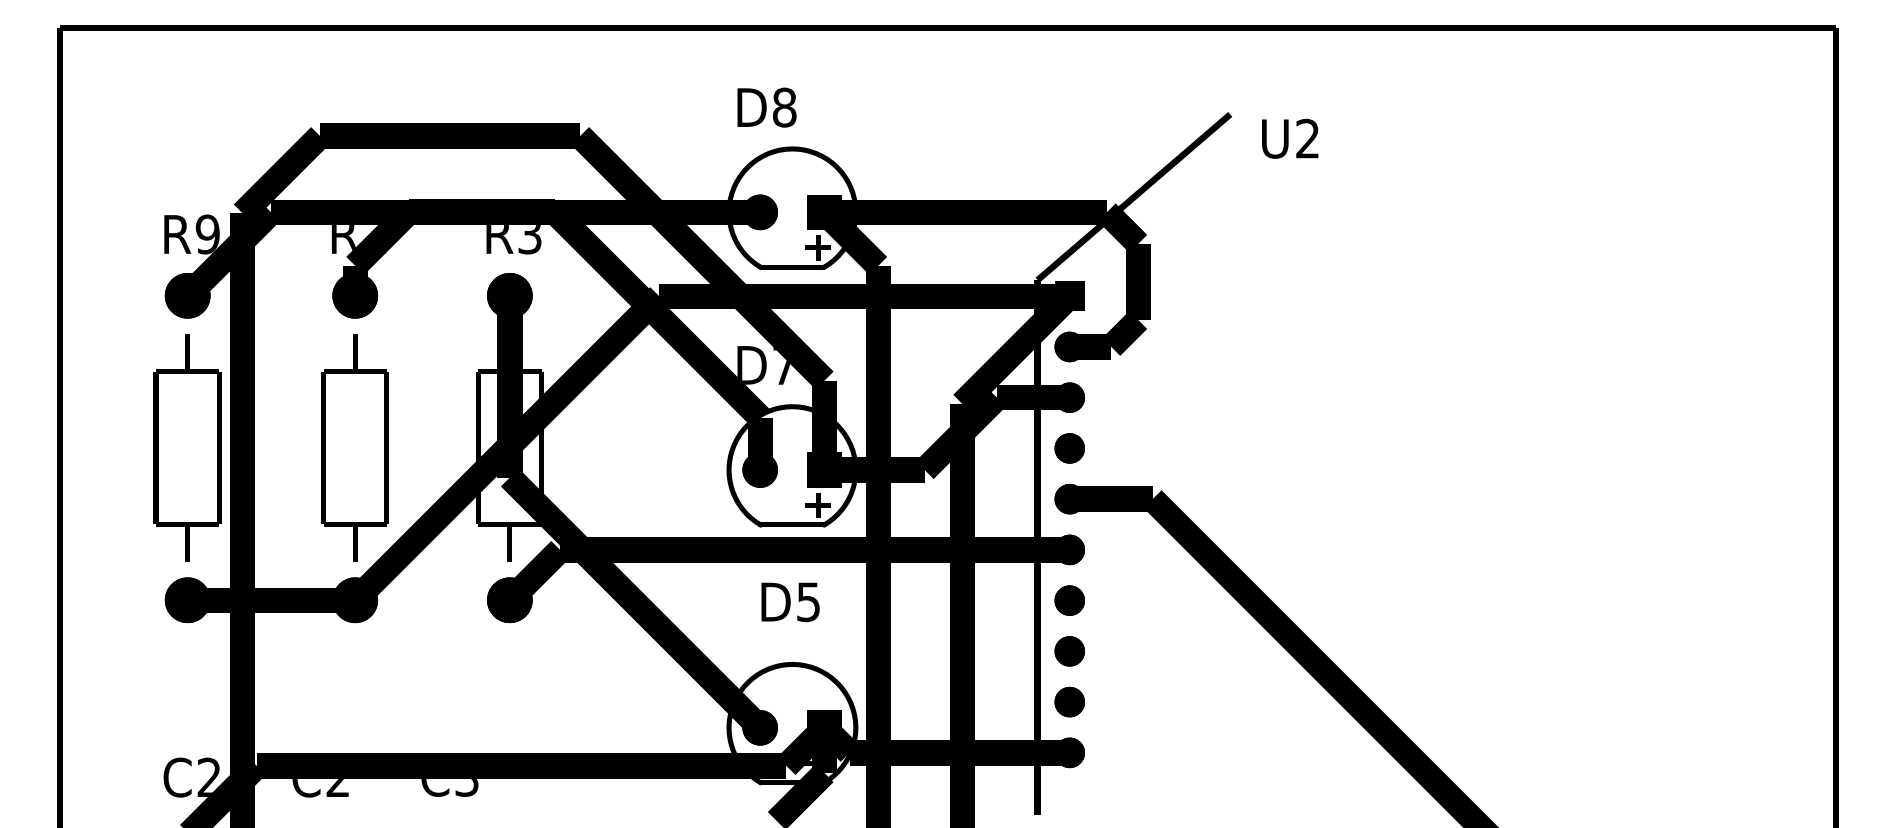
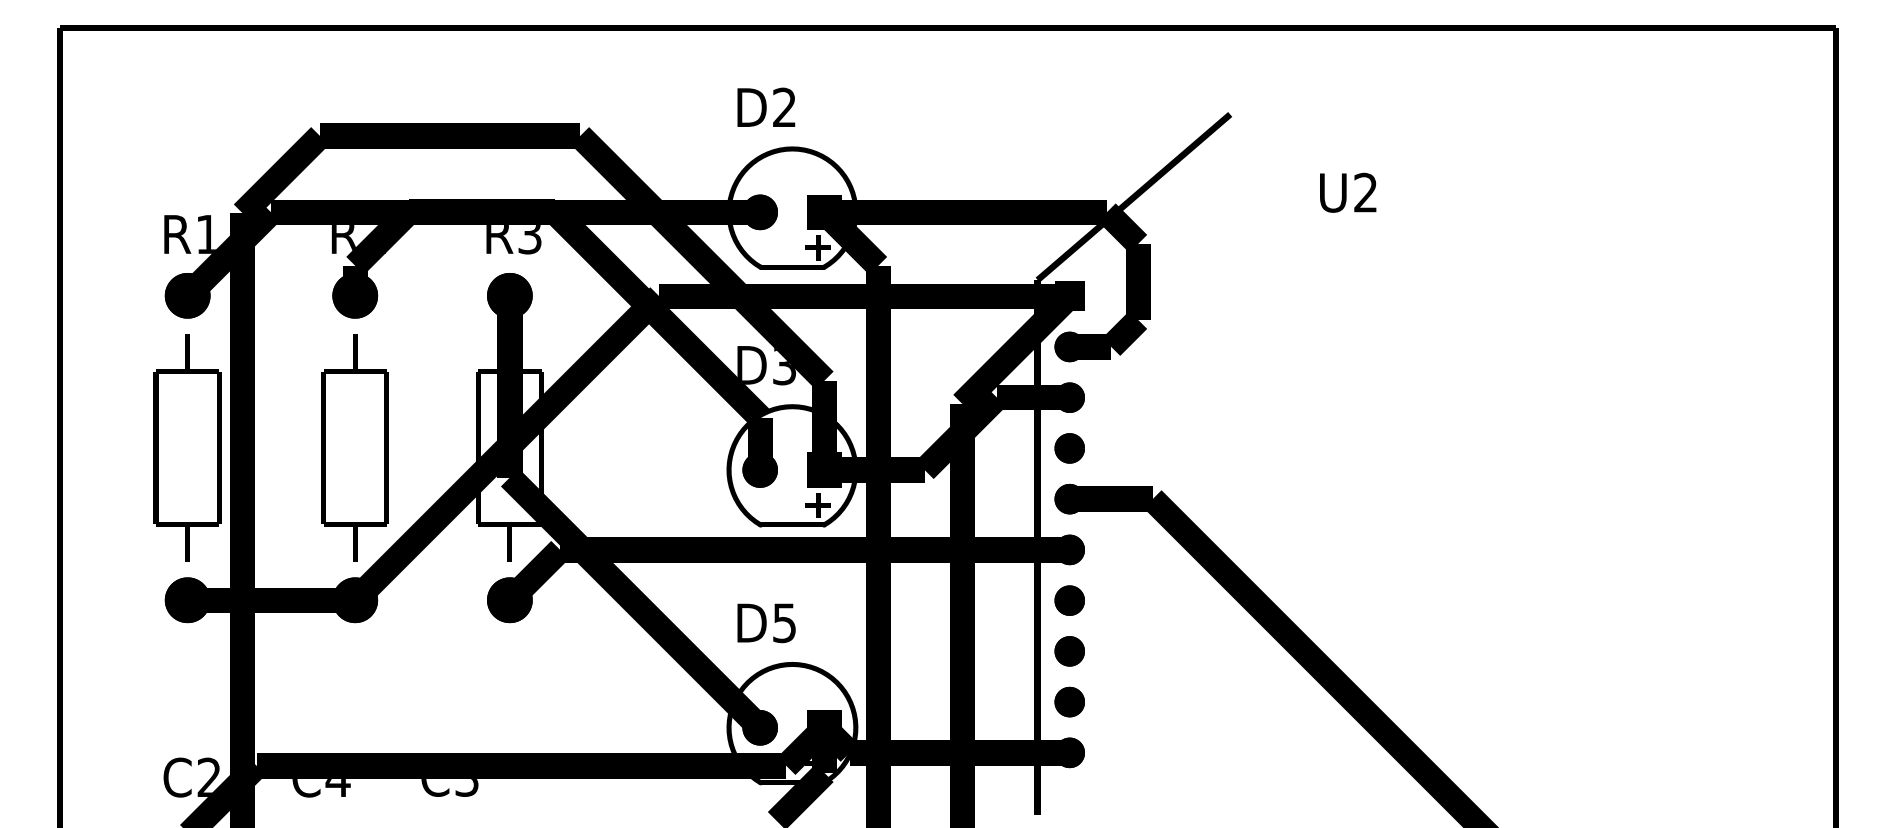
text at (784, 107): D8 -> D2
text at (1290, 138) position: (1290, 138) -> (1348, 192)
text at (207, 234): R9 -> R1
text at (784, 366): D7 -> D3
text at (790, 602) position: (790, 602) -> (766, 623)
text at (337, 787): C2 -> C4
